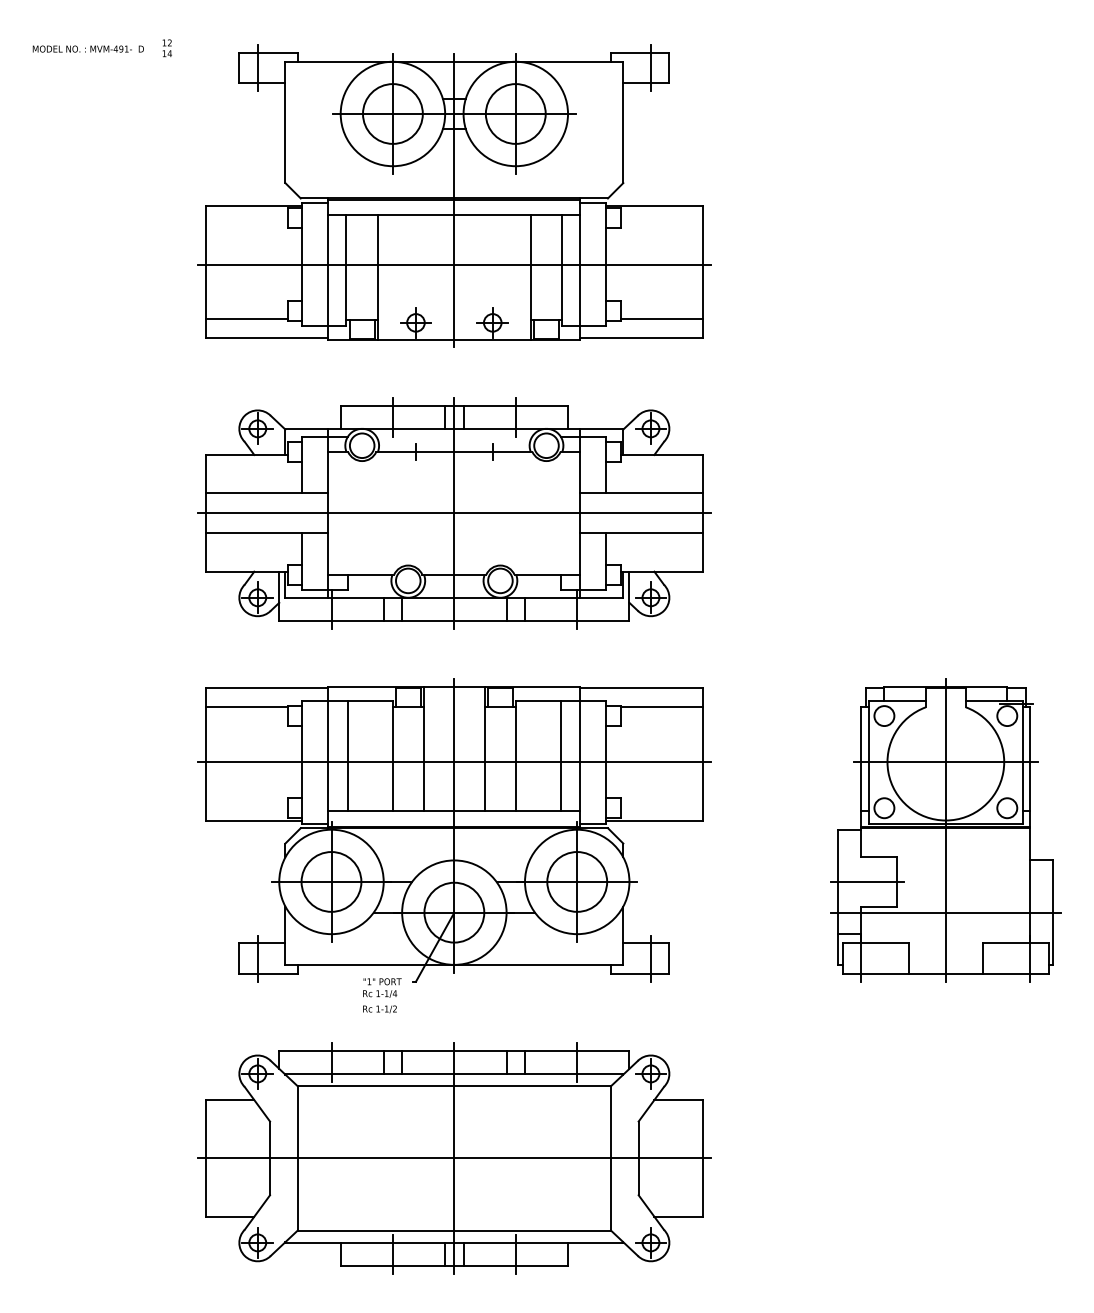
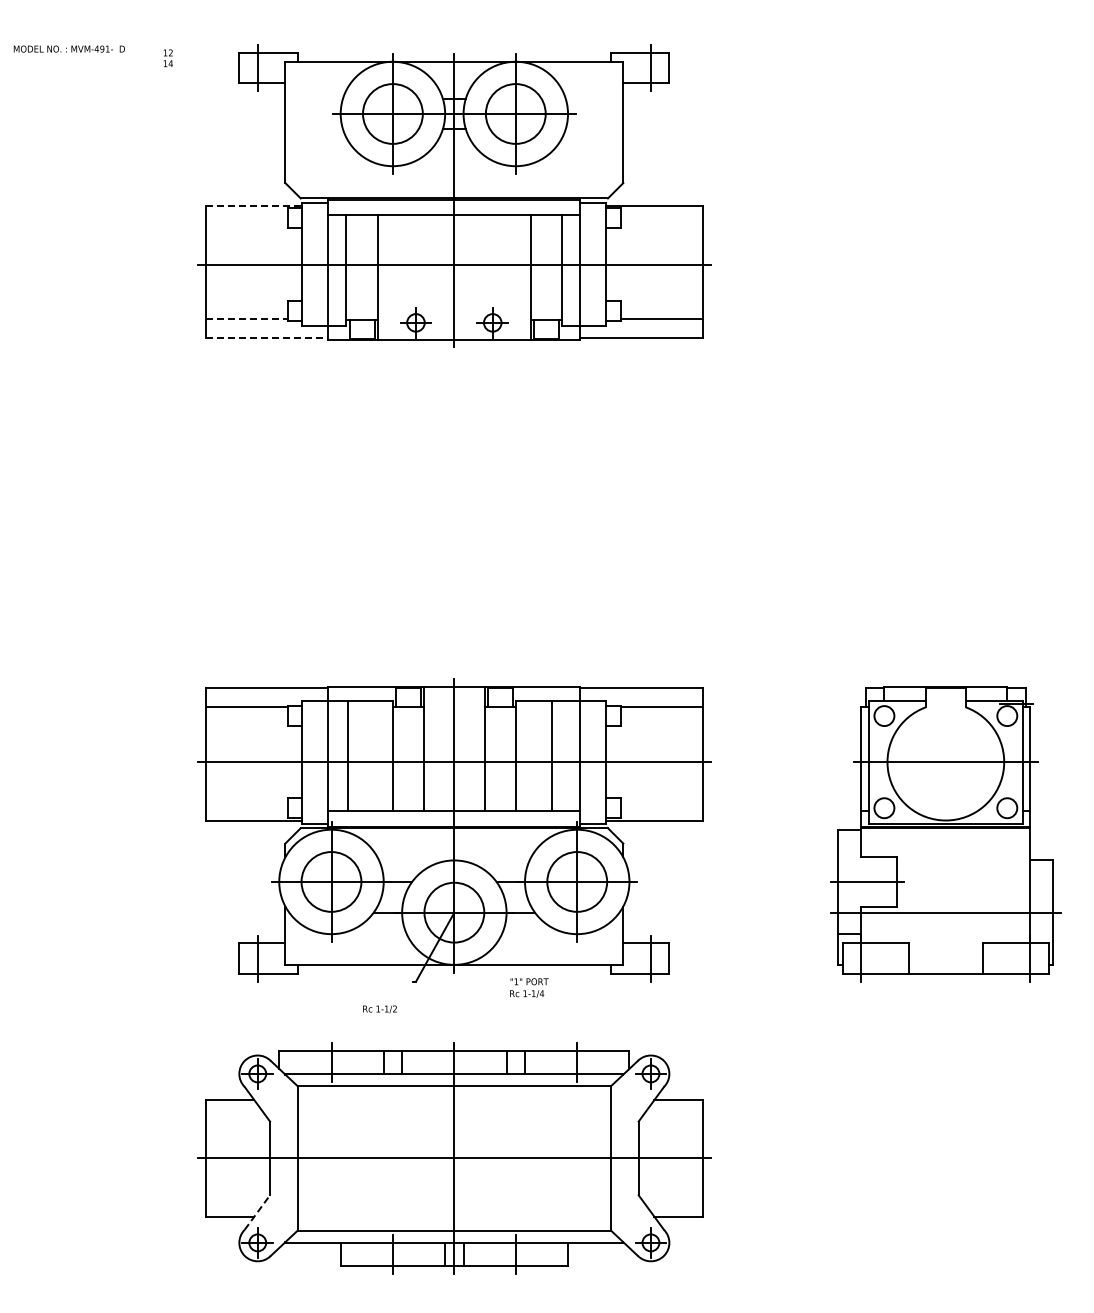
text at (87, 48) position: (87, 48) -> (68, 48)
text at (166, 48) position: (166, 48) -> (167, 58)
line at (254, 206): solid -> dashed
line at (247, 319): solid -> dashed
line at (267, 338): solid -> dashed
part at (454, 513): present -> none
line at (561, 755) position: (561, 755) -> (552, 755)
line at (945, 830): present -> none
text at (382, 987) position: (382, 987) -> (529, 987)
line at (257, 1212): solid -> dashed
